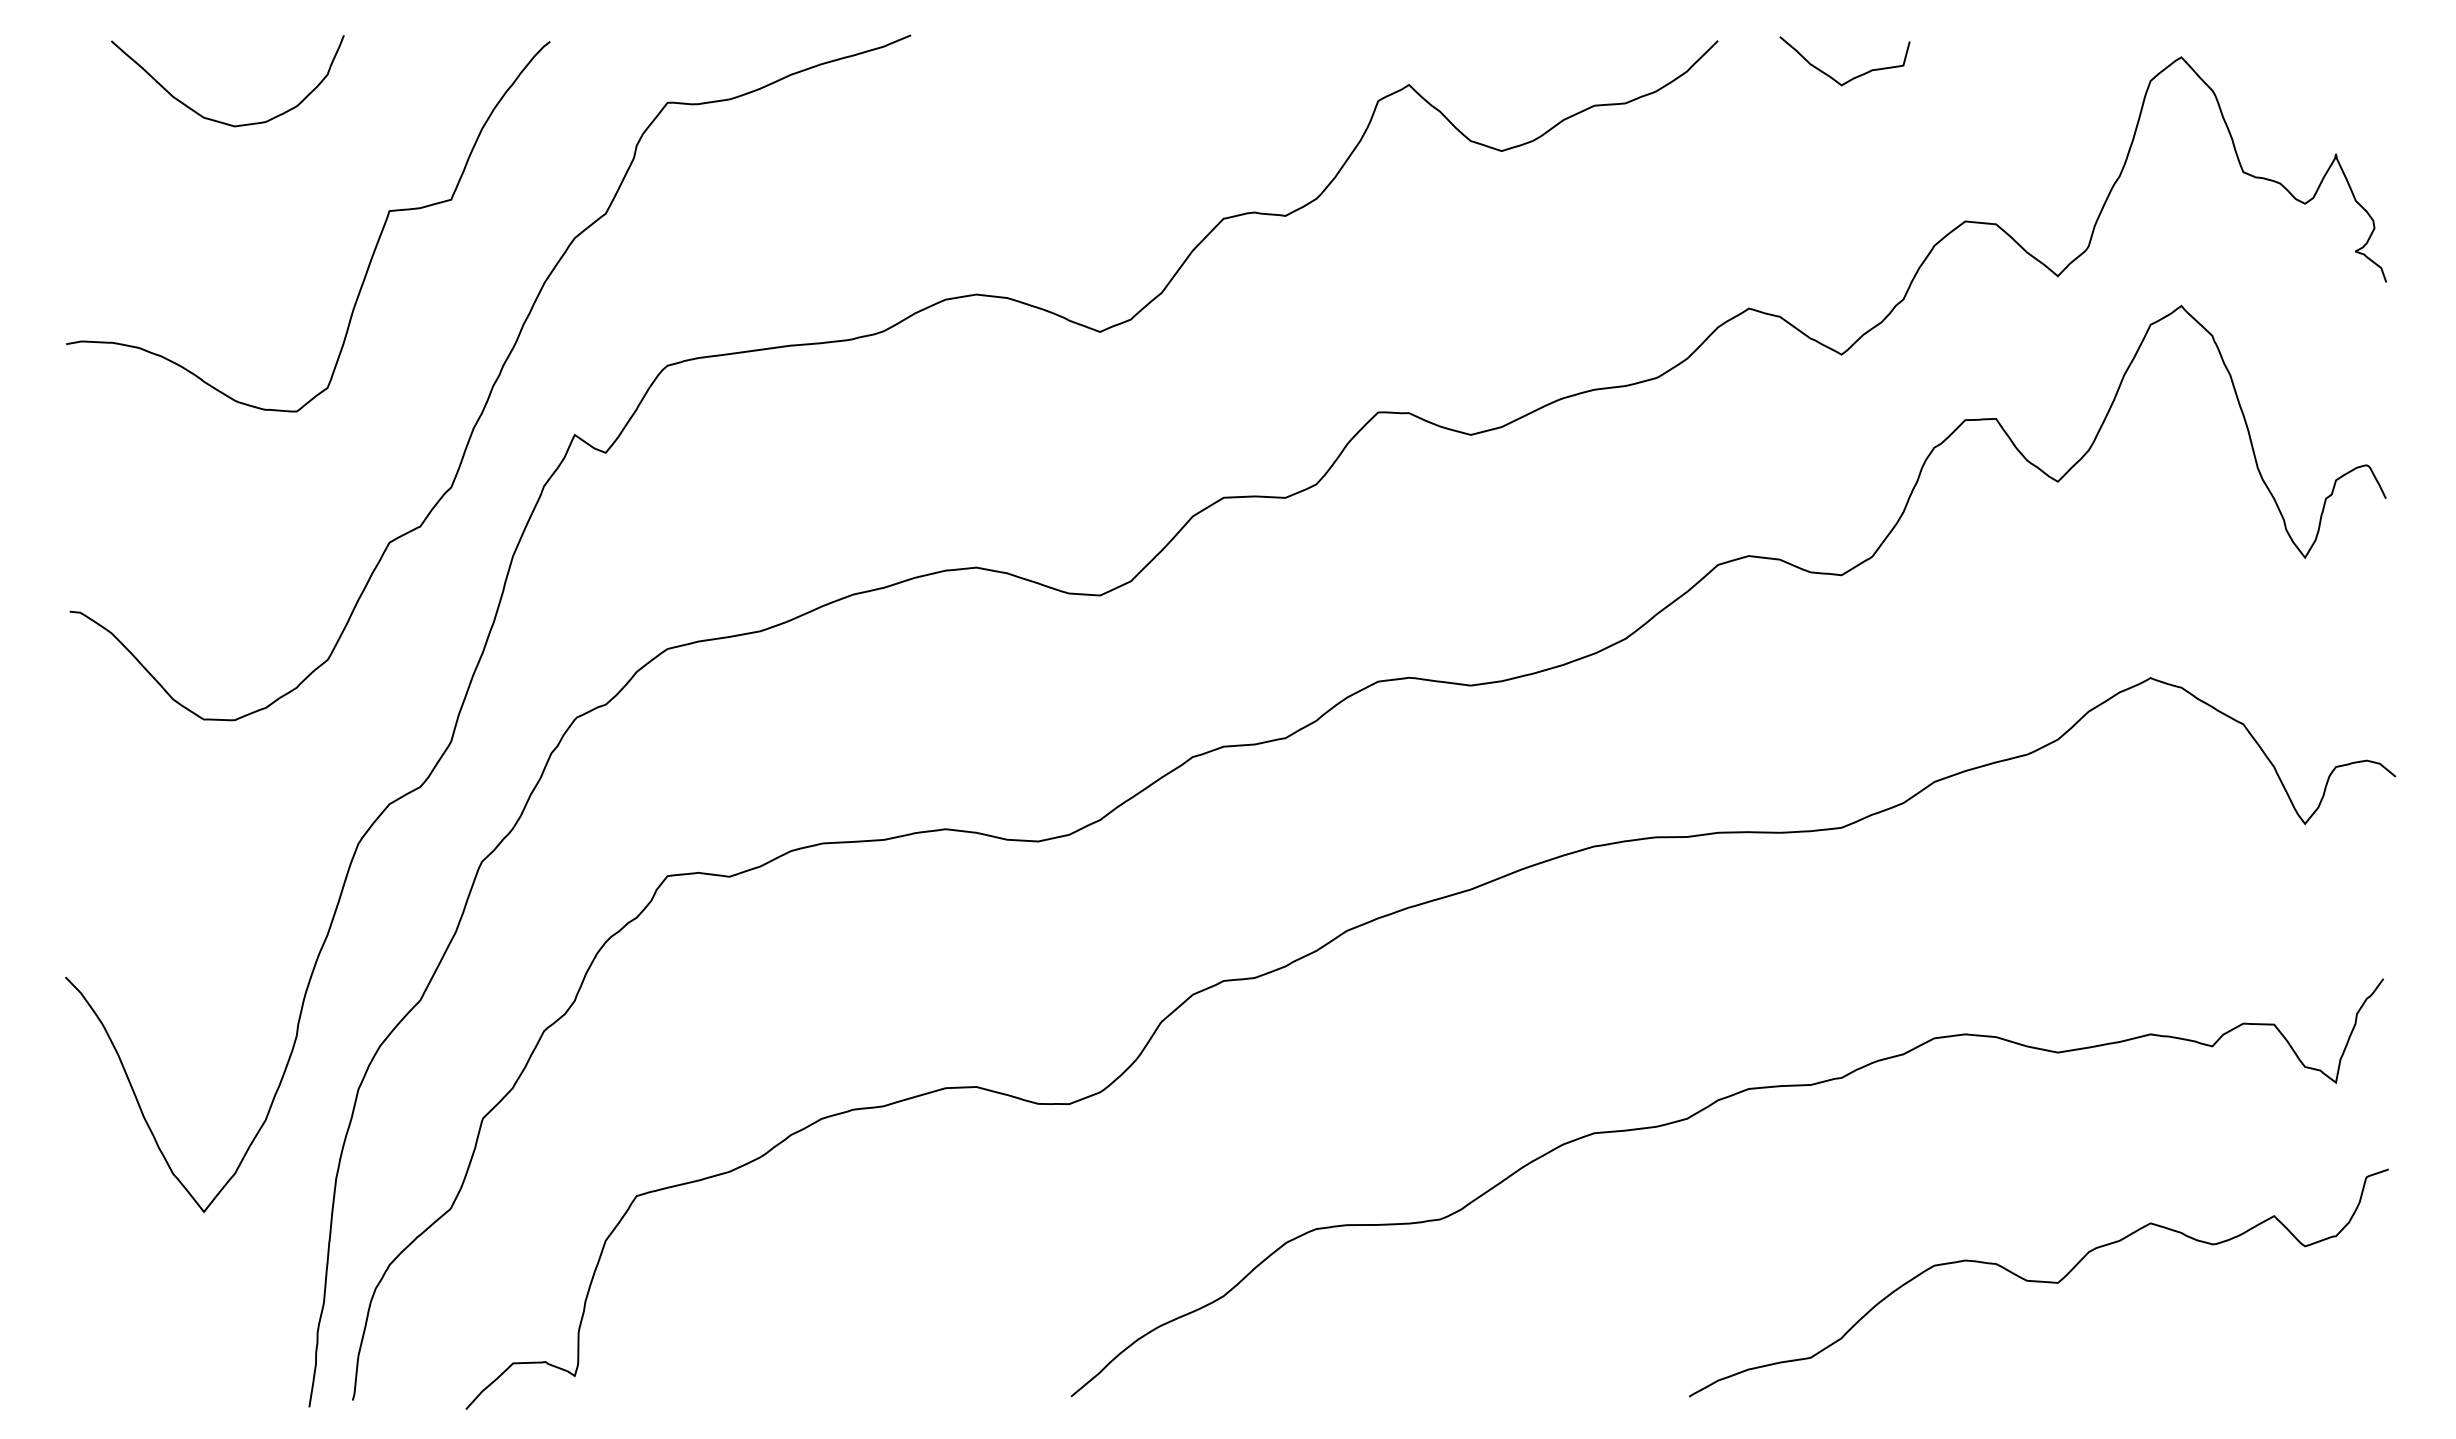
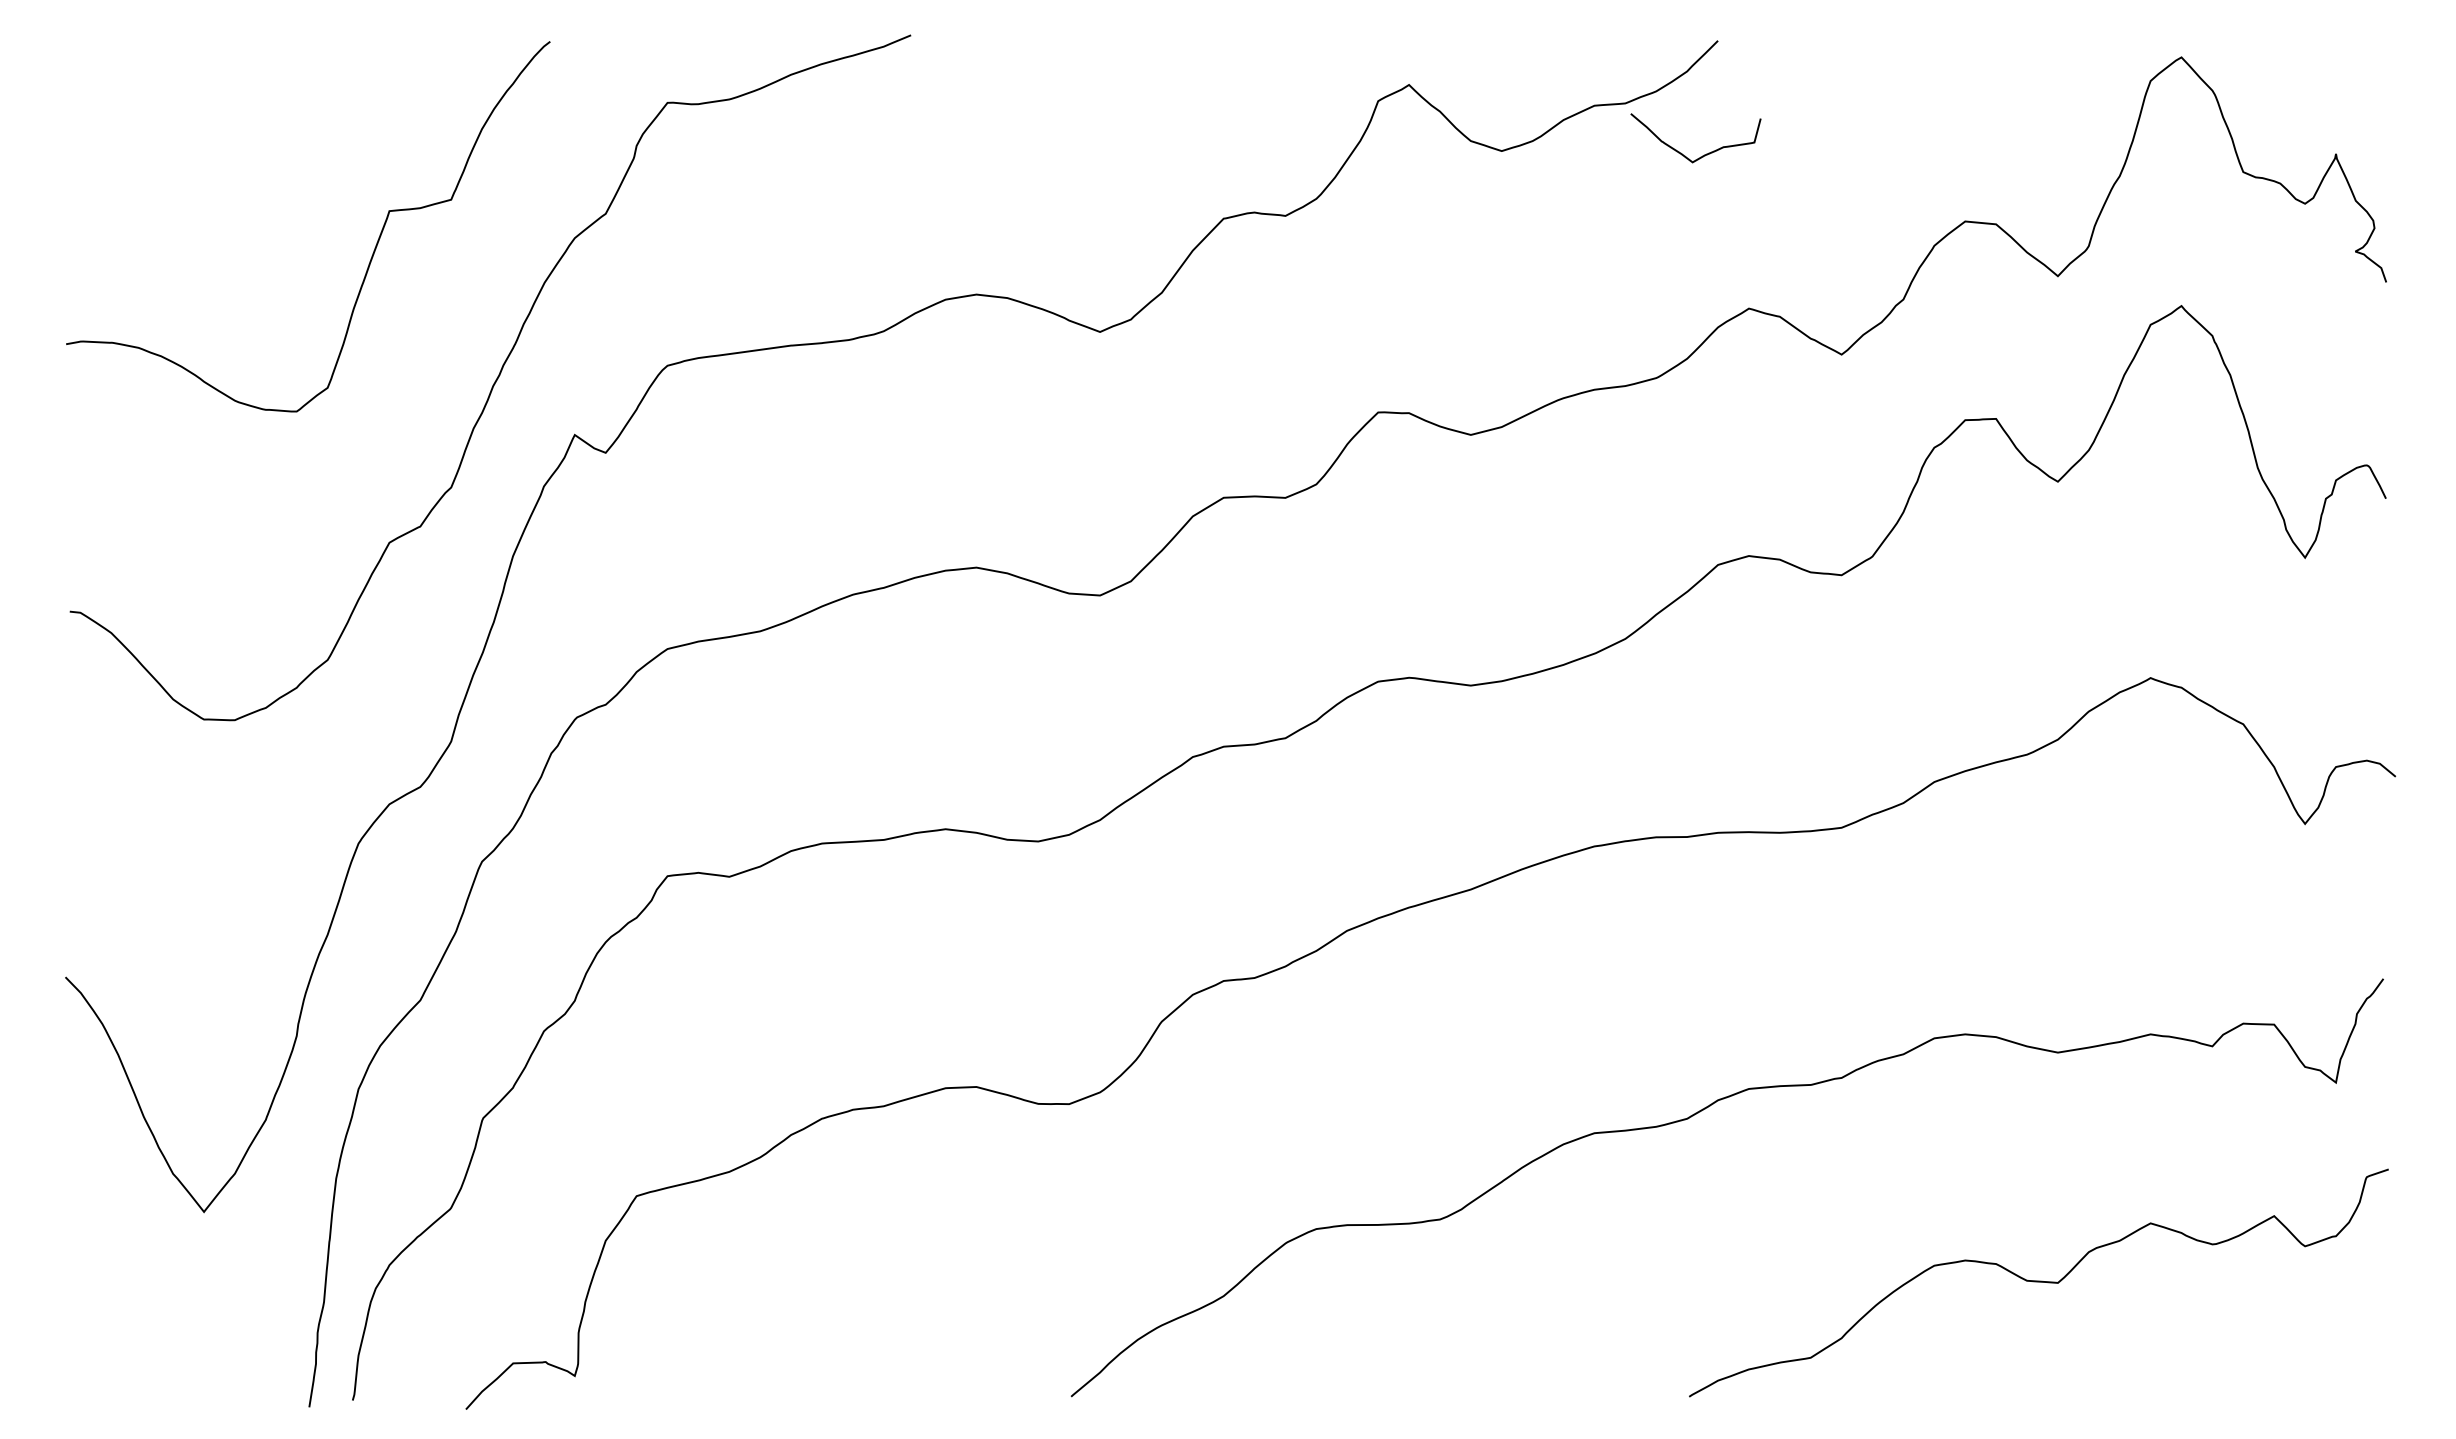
curve at (1853, 77) position: (1853, 77) -> (1704, 154)
curve at (218, 120): present -> none
